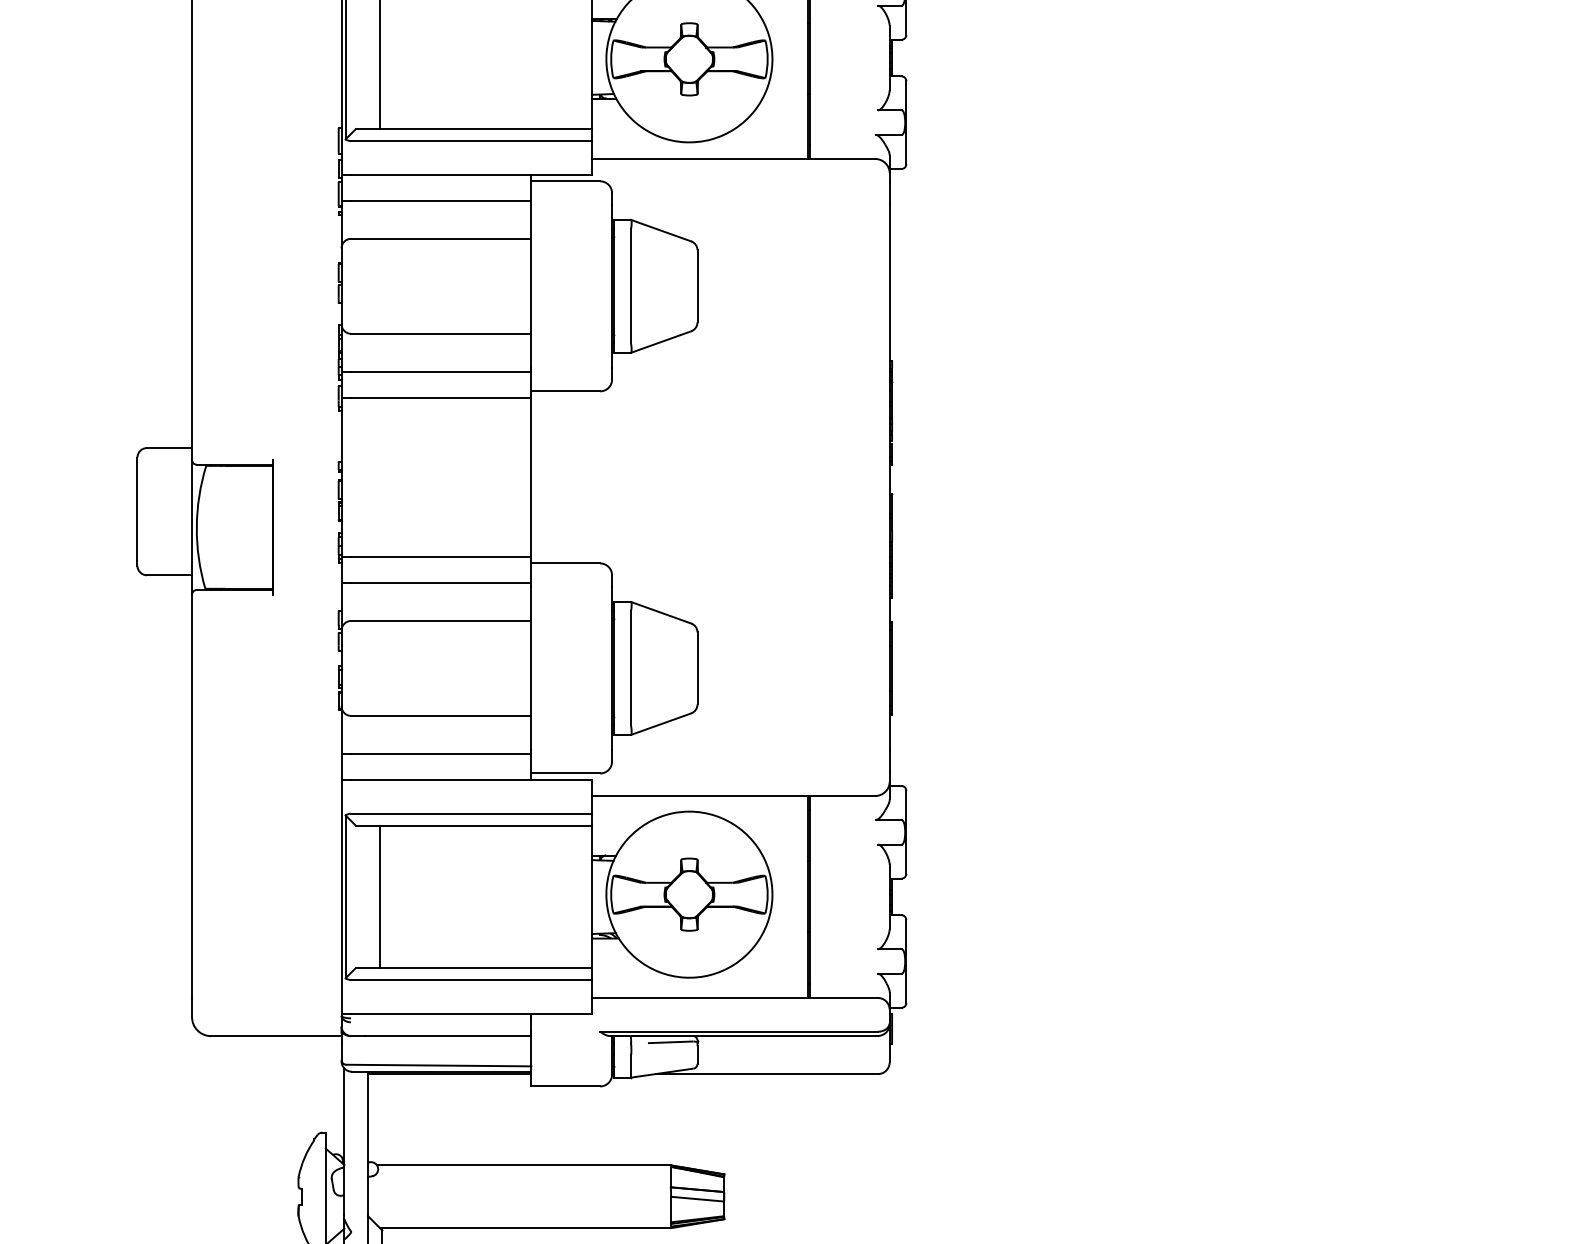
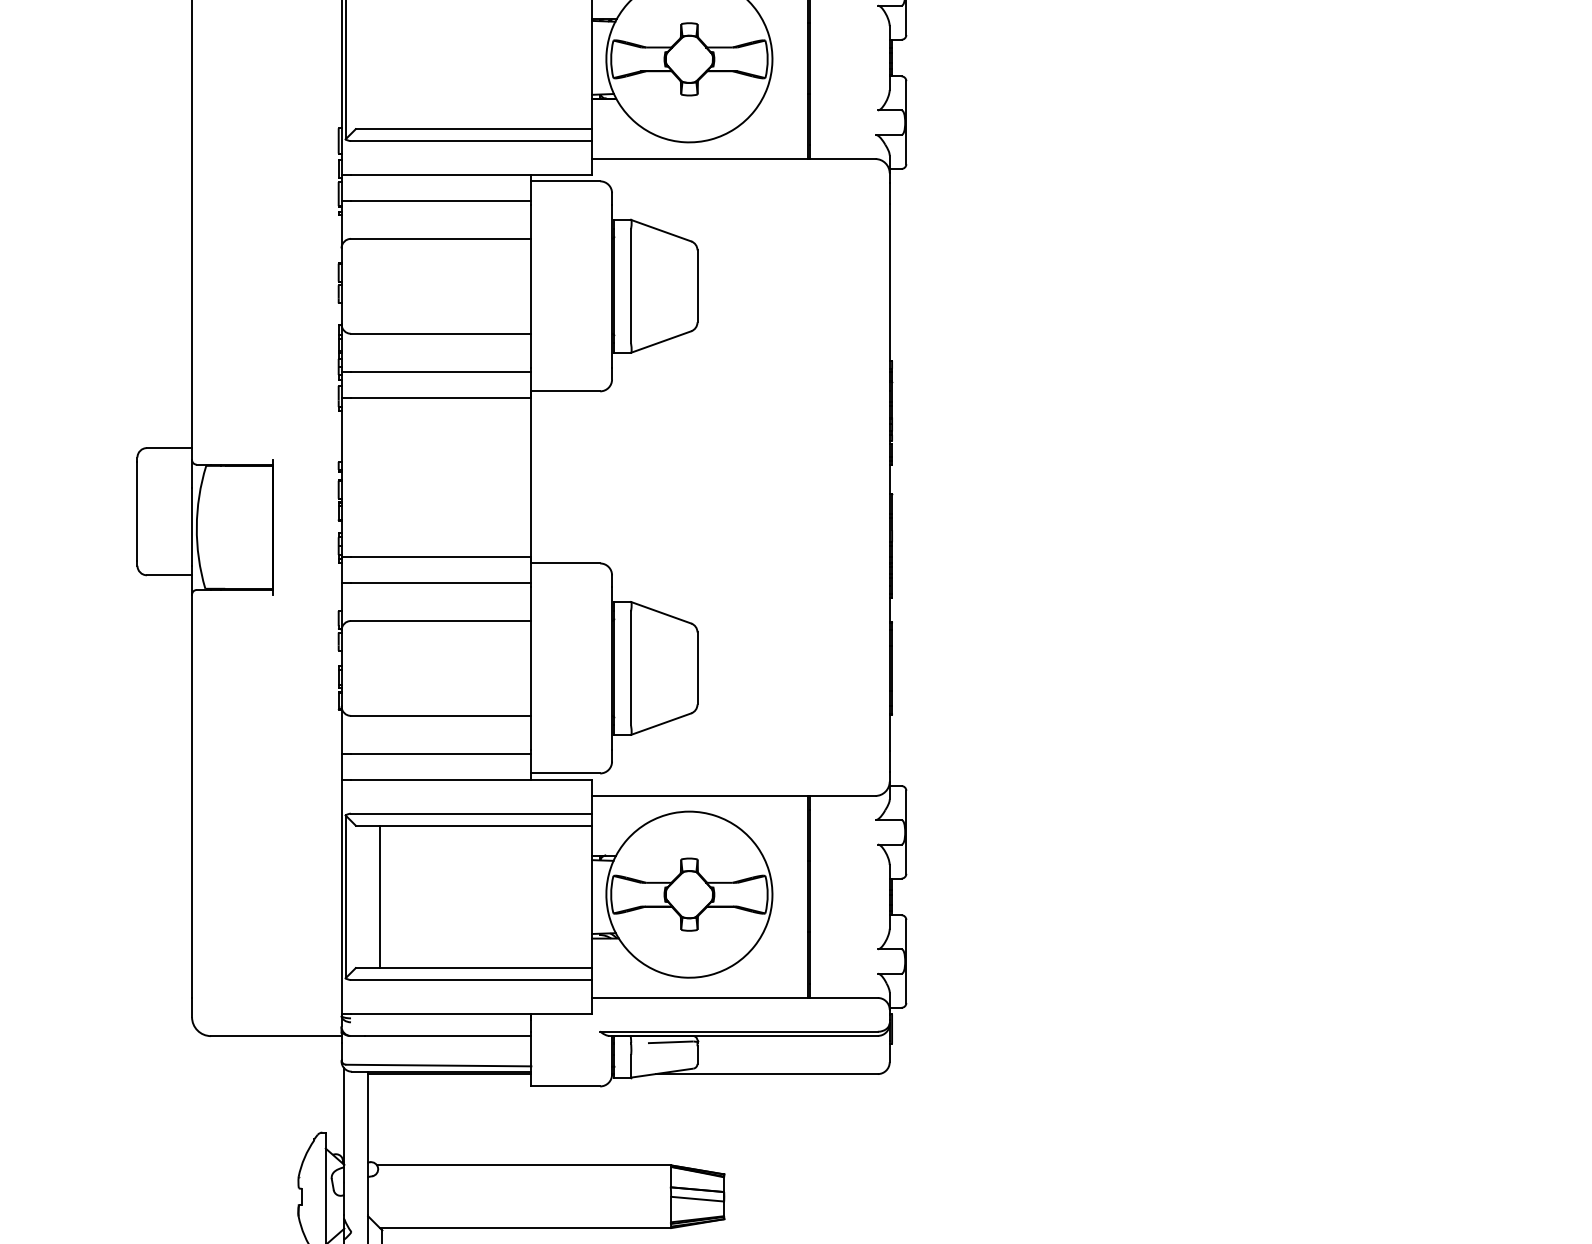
line at (379, 65): present -> none
